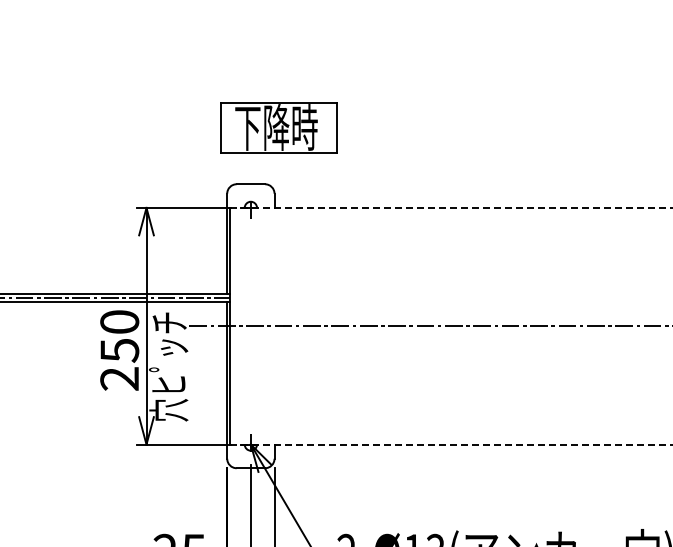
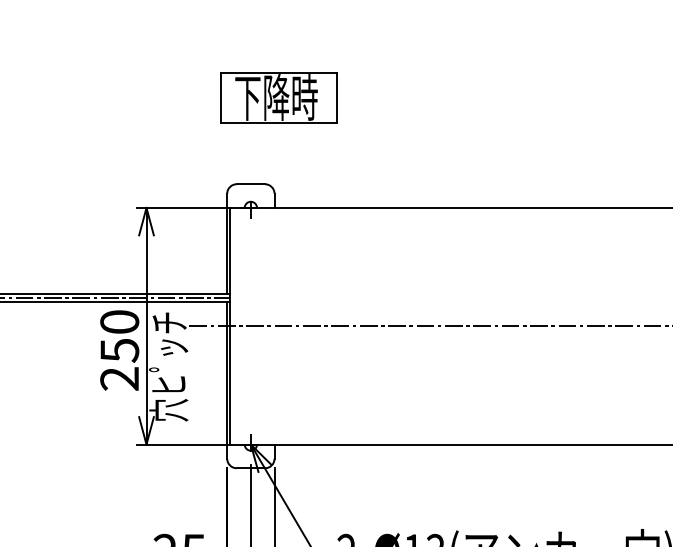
part at (278, 127) position: (278, 127) -> (278, 97)
line at (451, 207): dashed -> solid
line at (451, 444): dashed -> solid
